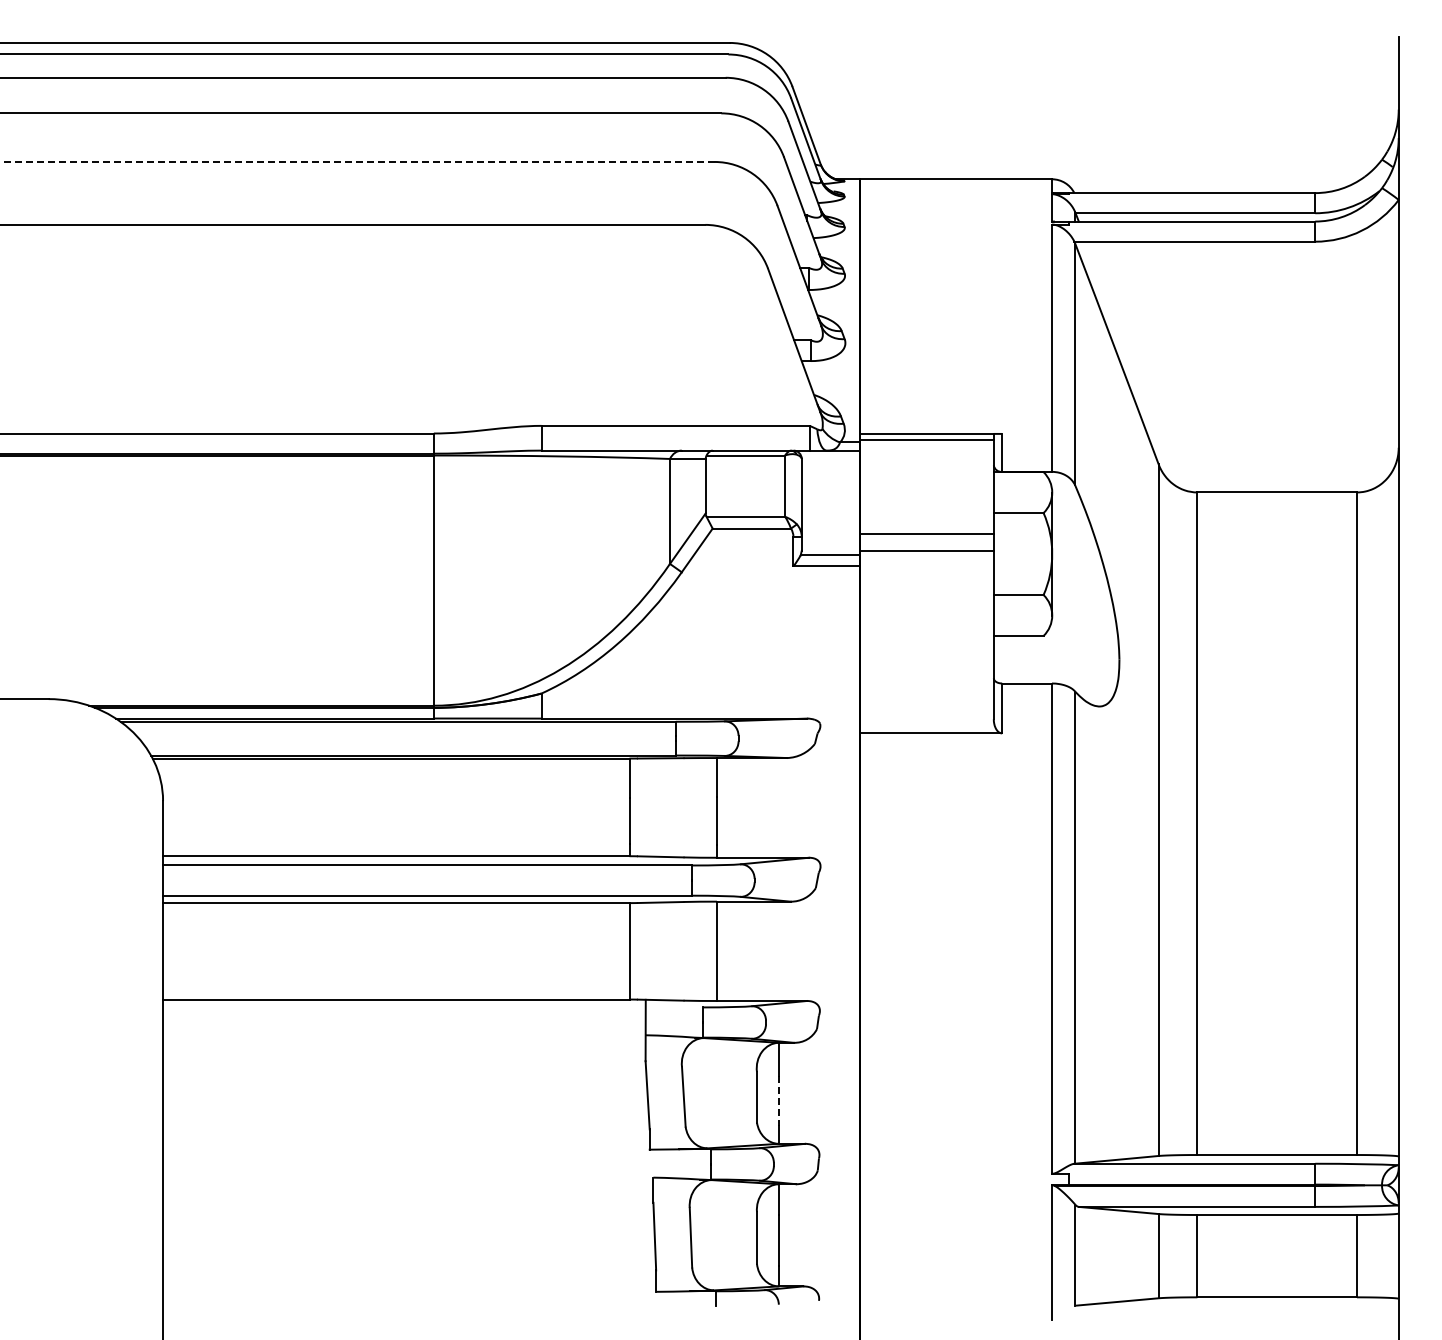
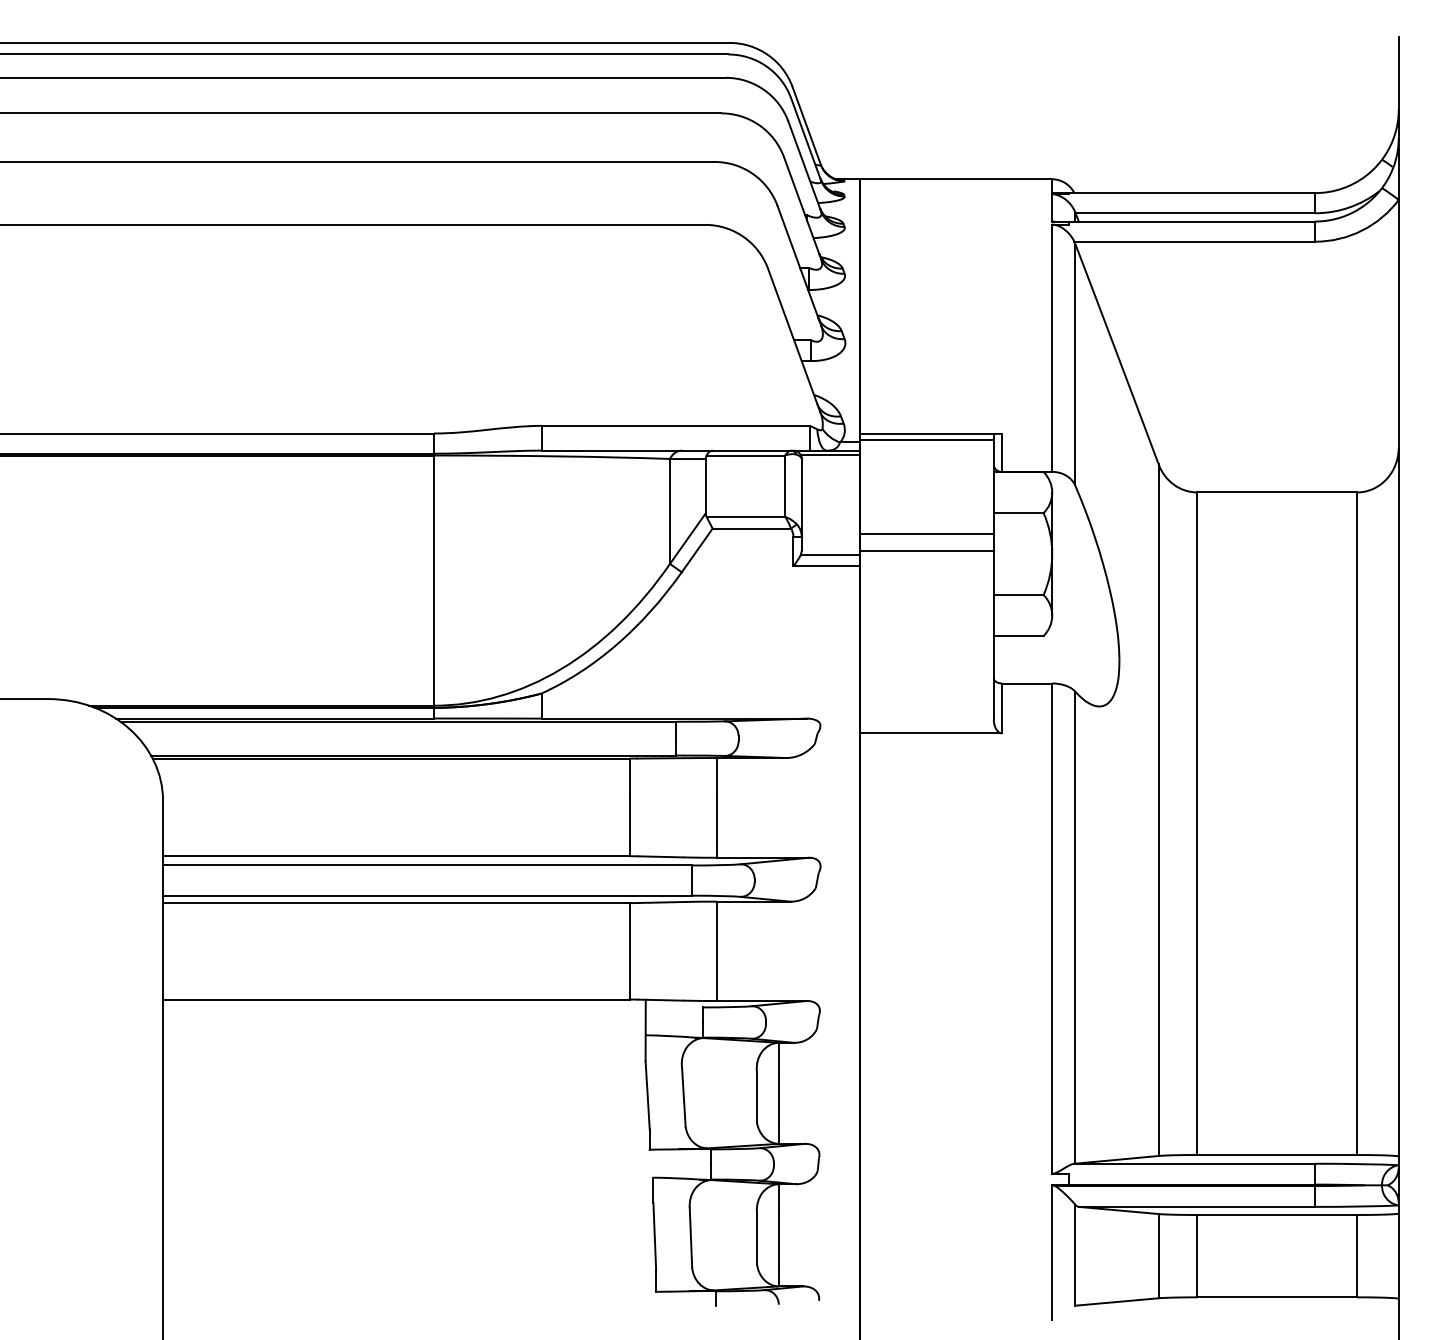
line at (357, 161): dashed -> solid
line at (830, 454): none -> present
line at (778, 1101): dashed -> solid
